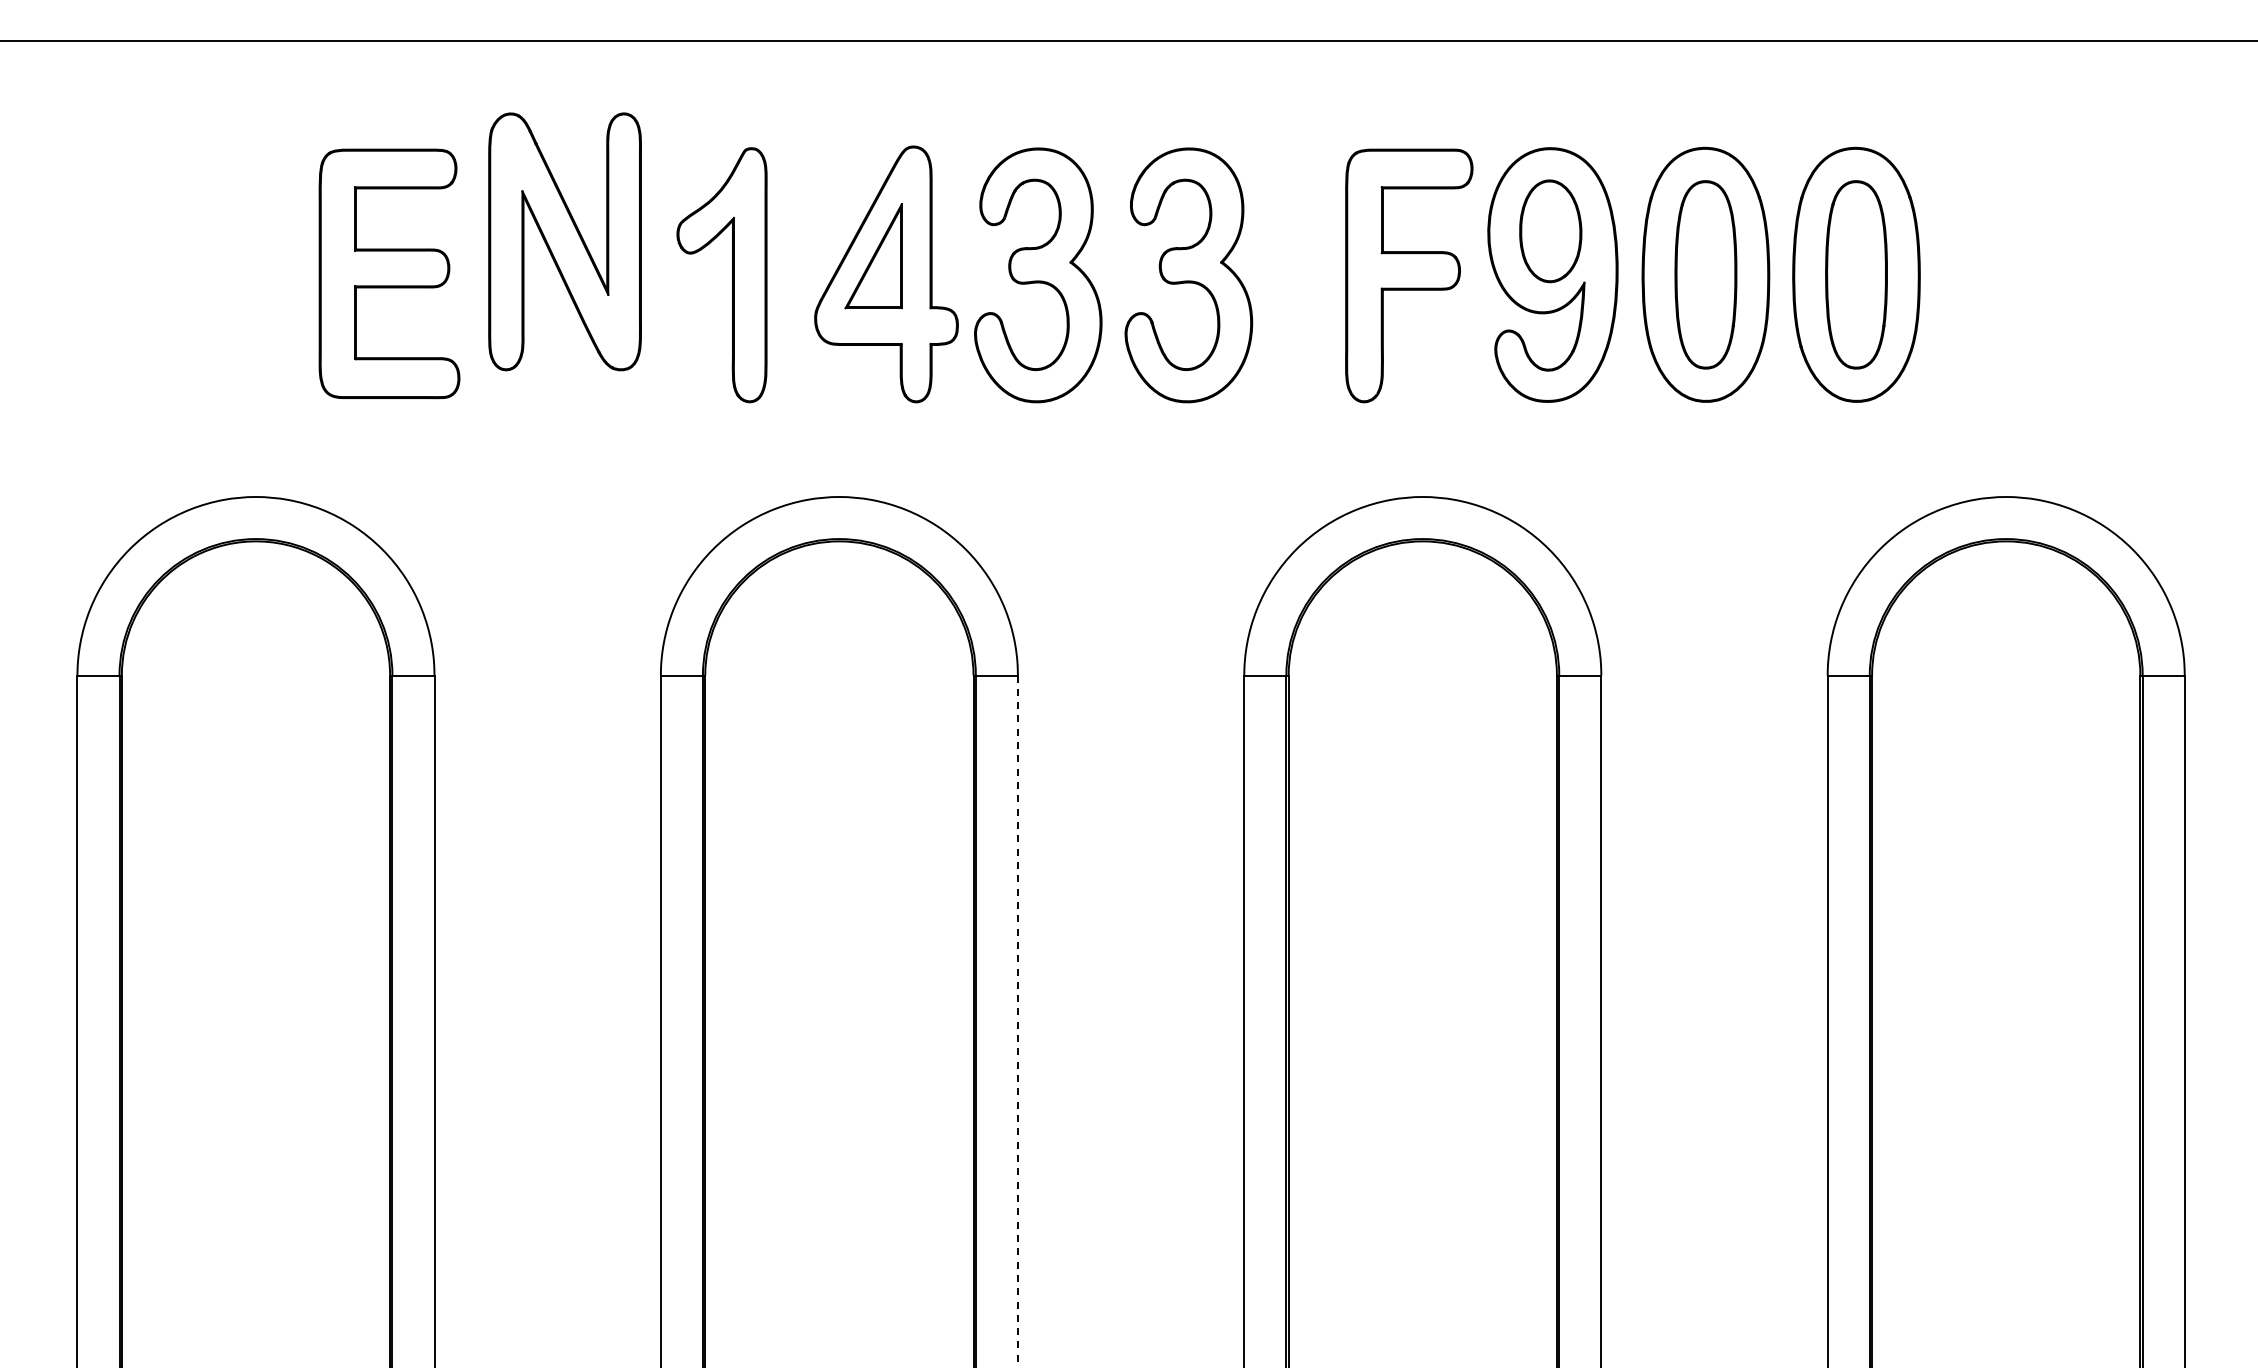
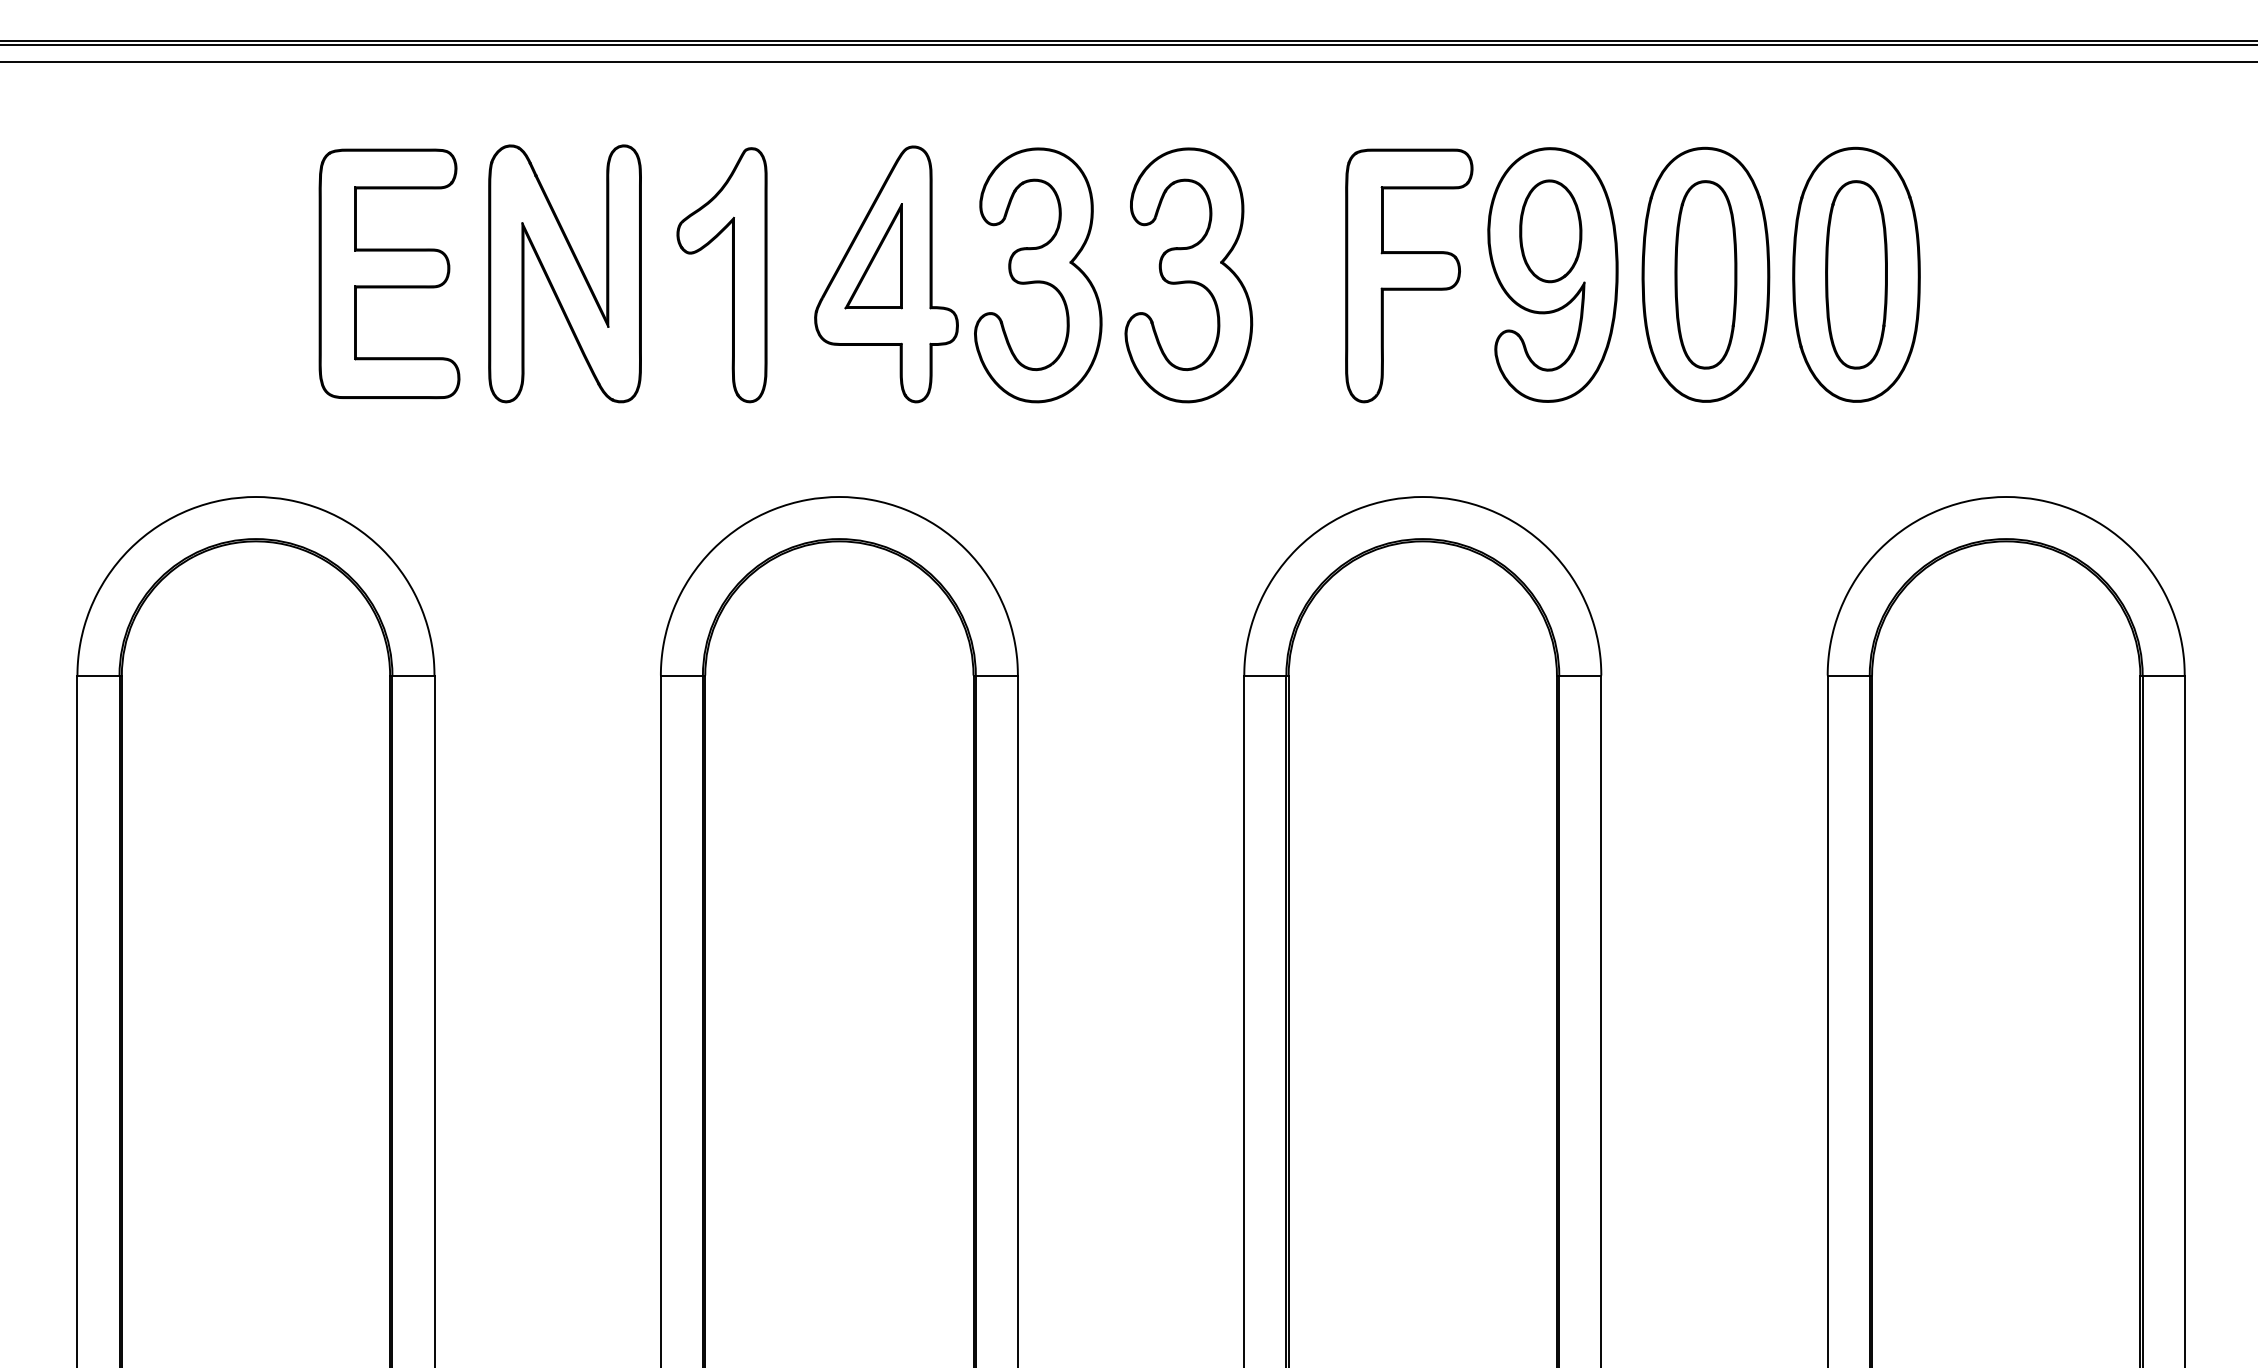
line at (1128, 44): none -> present
line at (1128, 61): none -> present
part at (564, 241) position: (564, 241) -> (564, 273)
line at (1017, 1021): dashed -> solid
